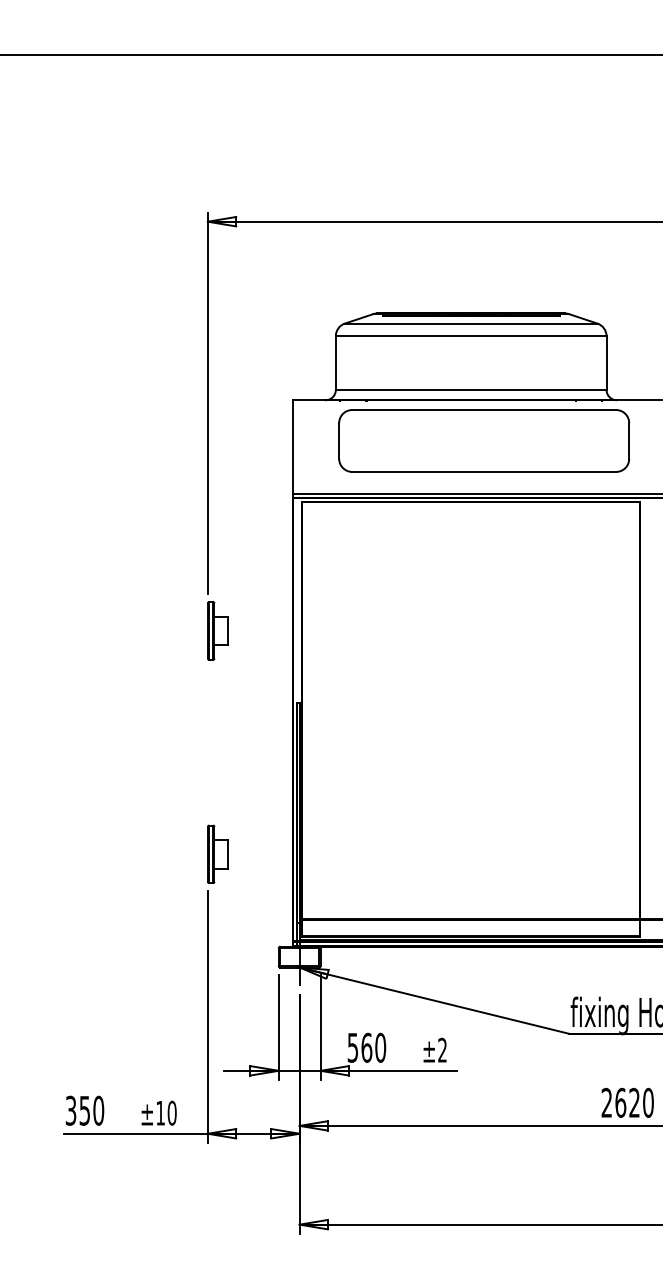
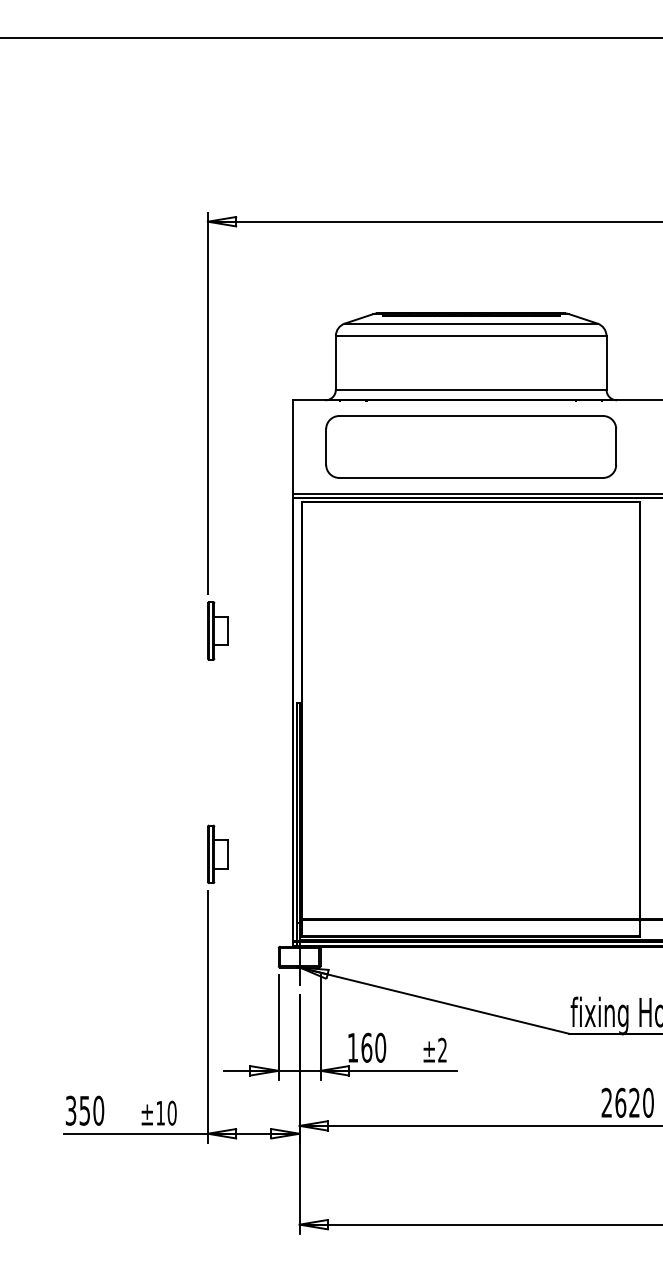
line at (330, 55) position: (330, 55) -> (330, 38)
part at (484, 440) position: (484, 440) -> (471, 446)
text at (352, 1047): 560 -> 160
